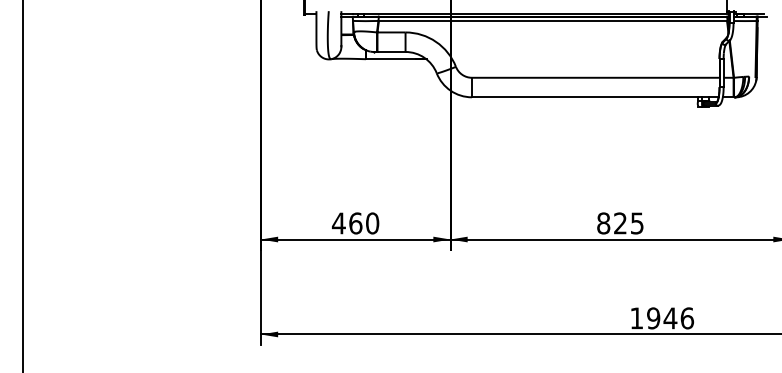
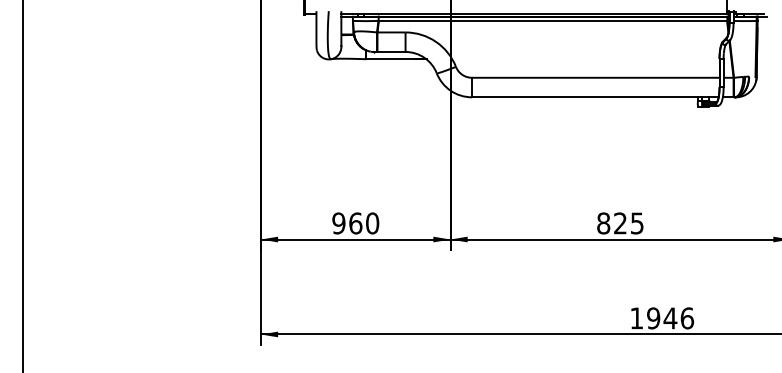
text at (338, 223): 460 -> 960
